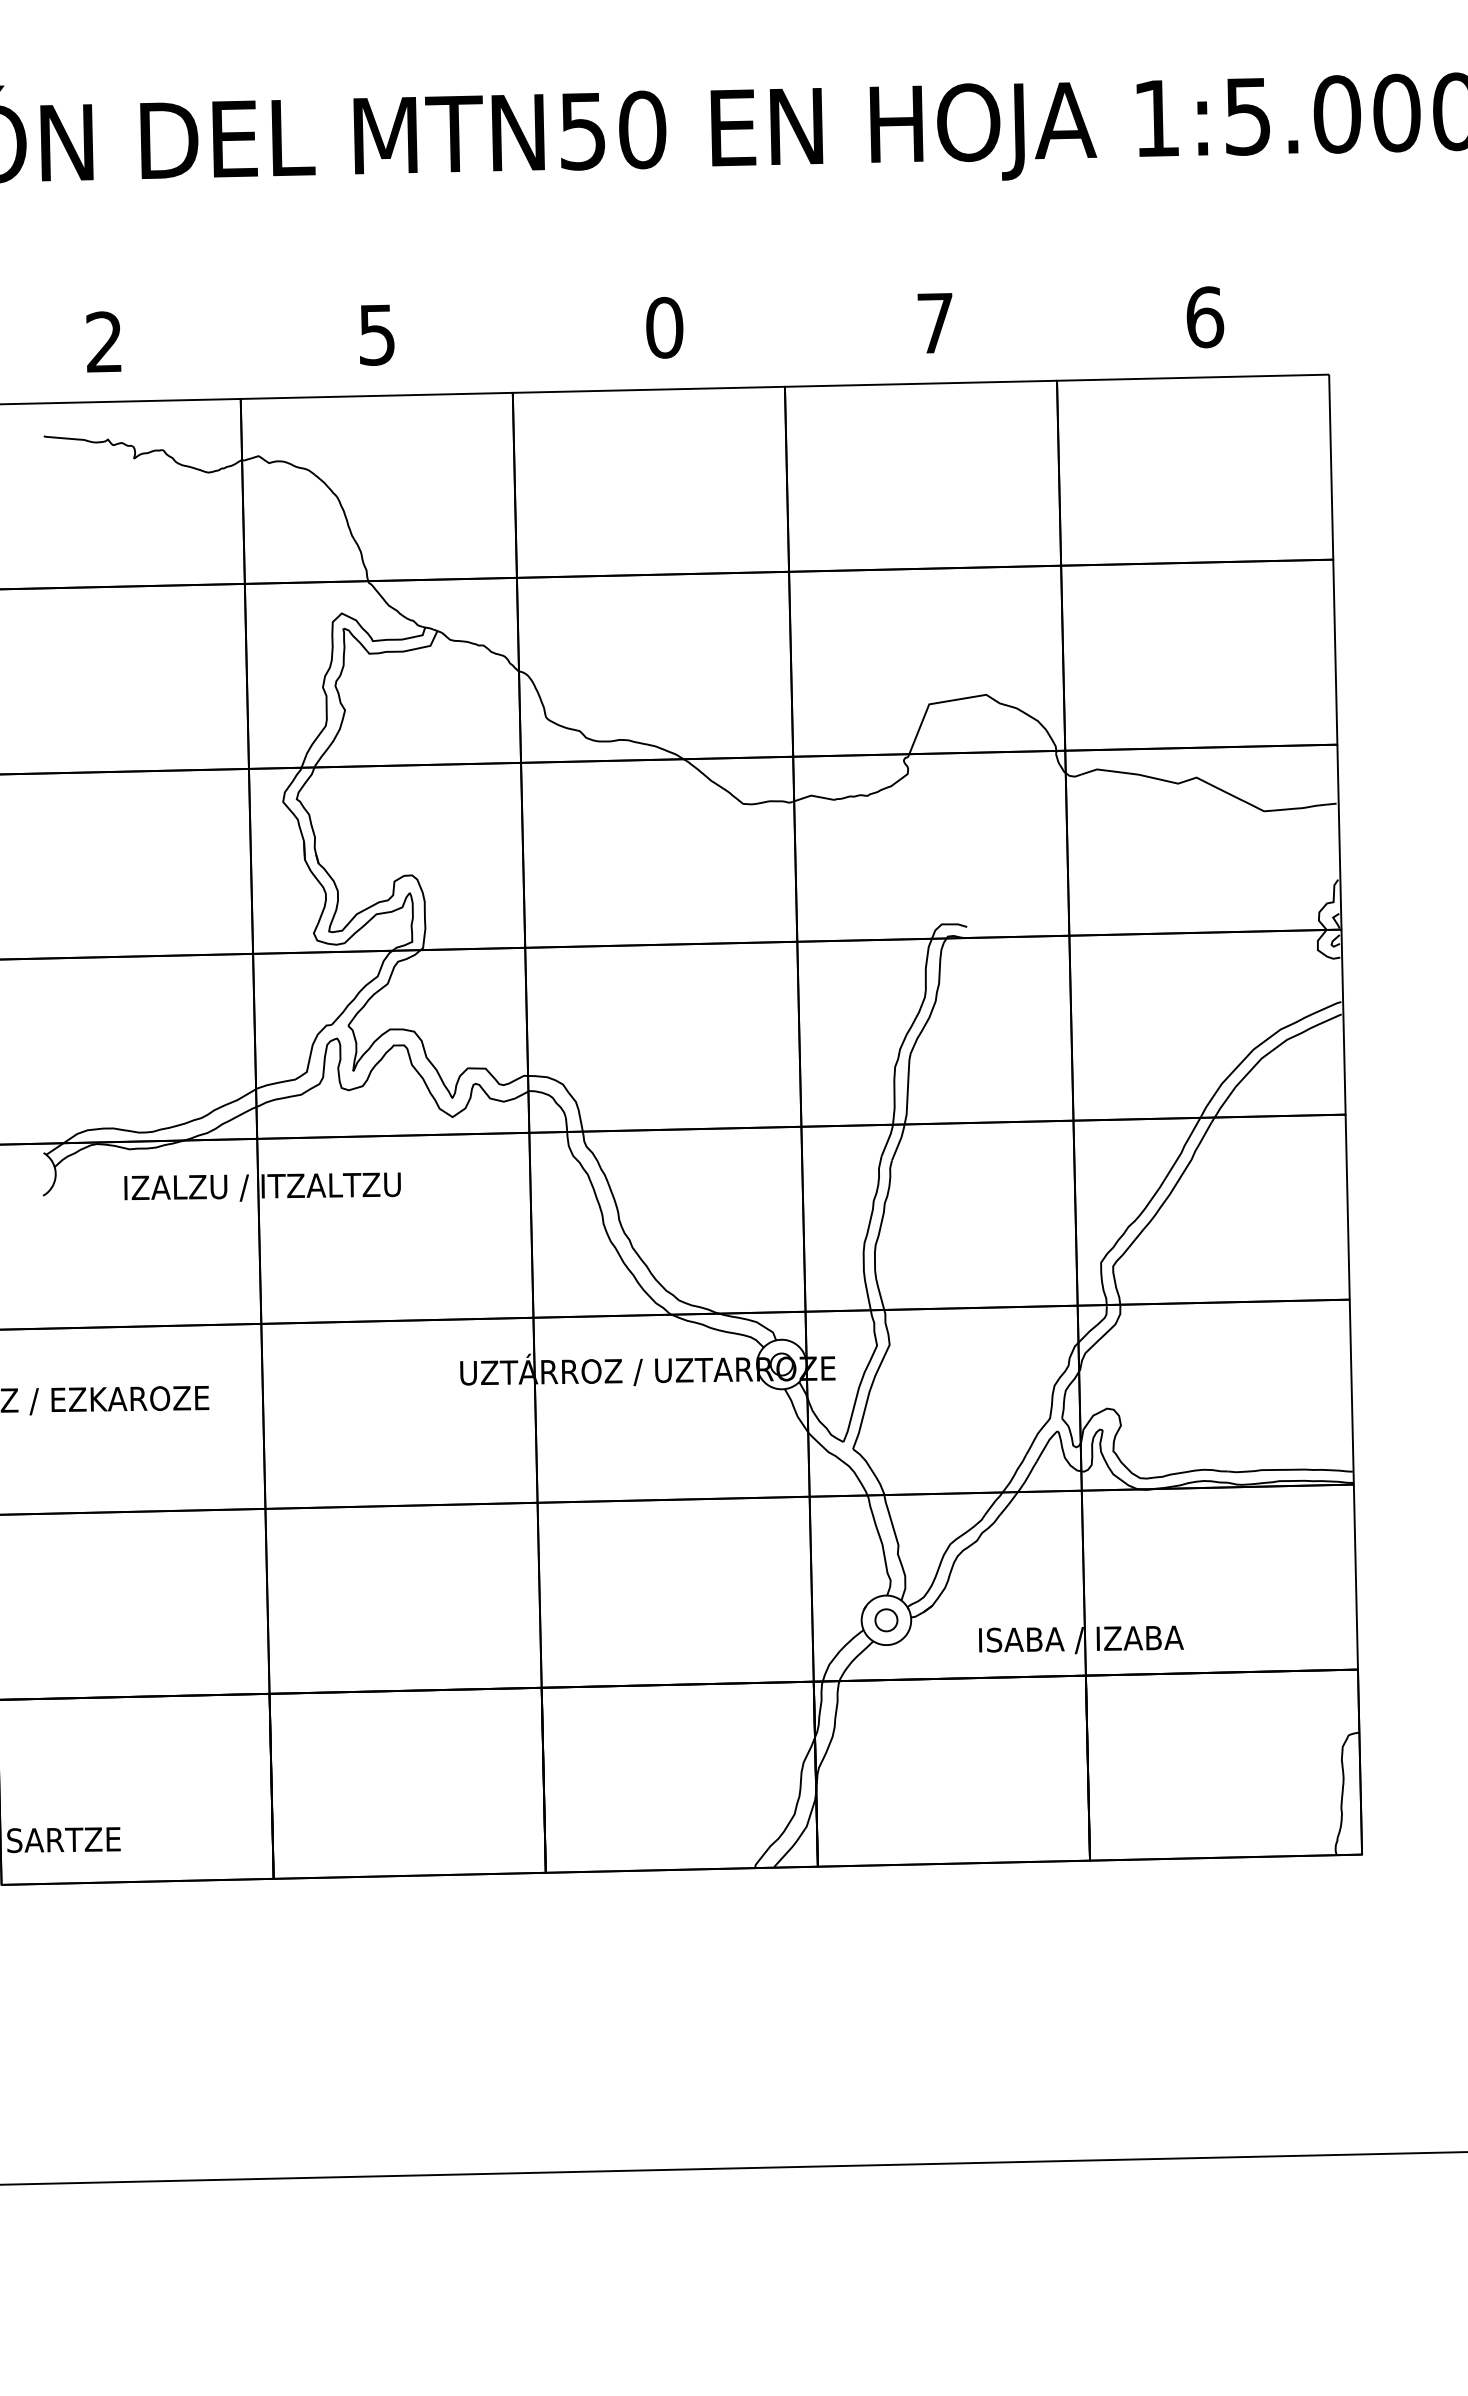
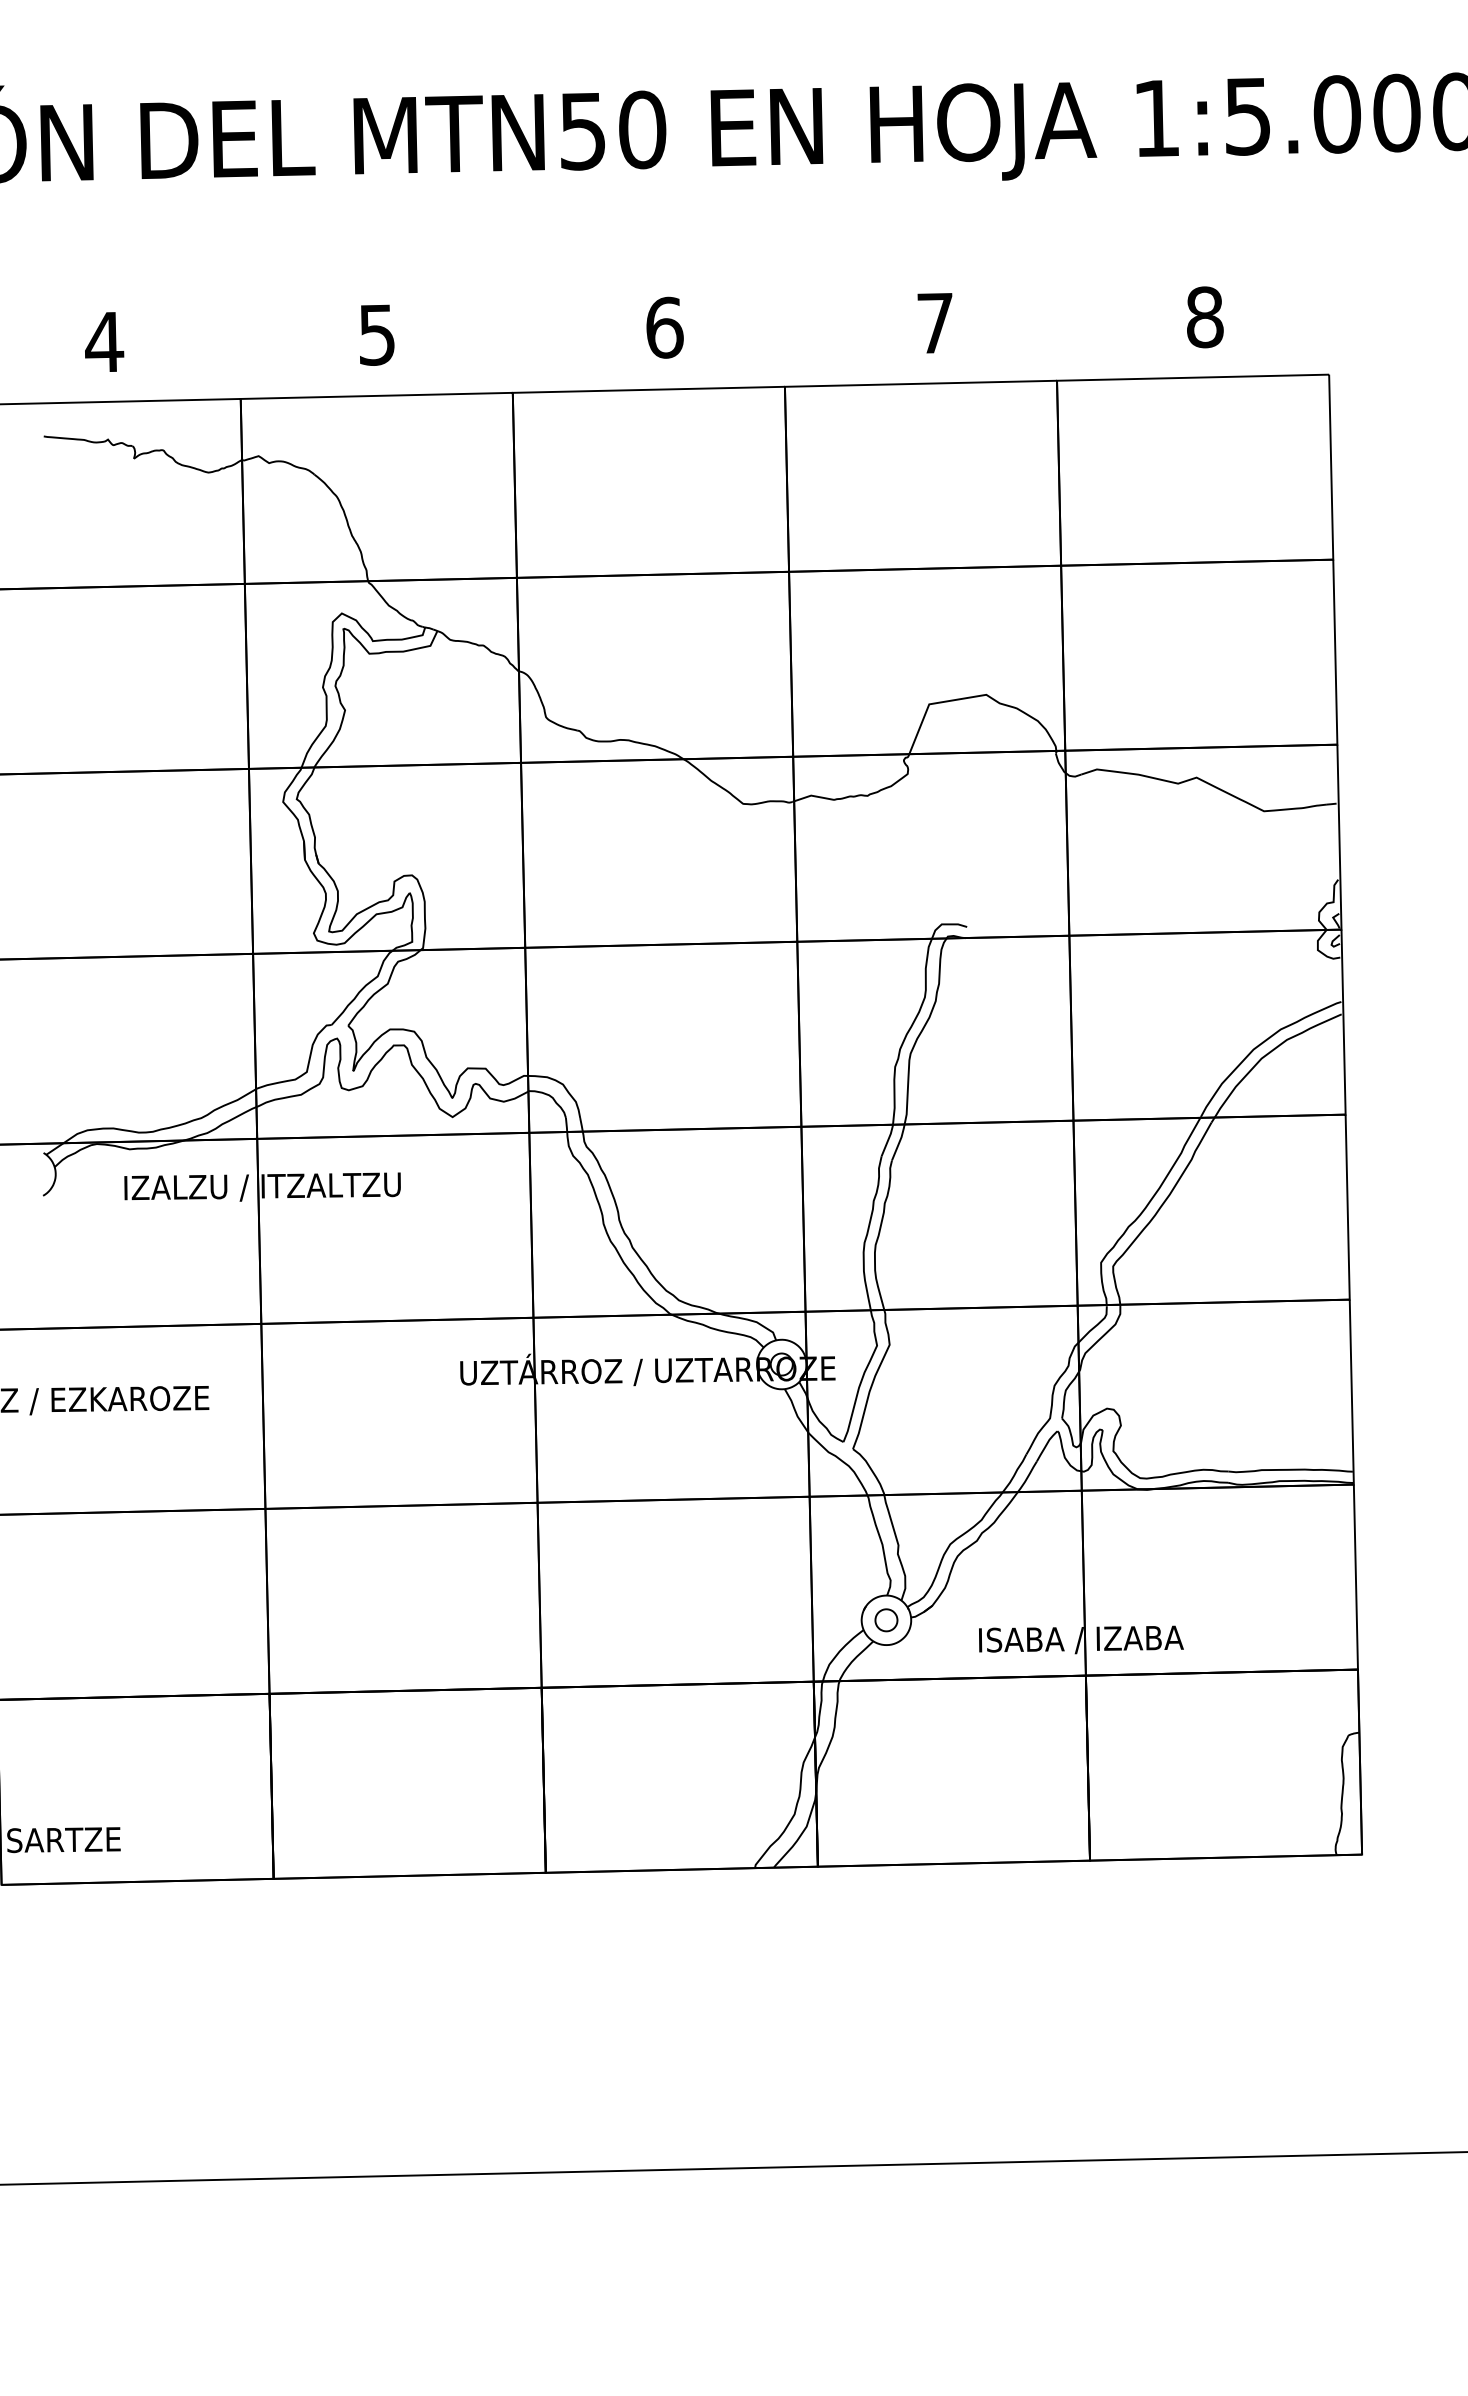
text at (1205, 317): 6 -> 8
text at (664, 327): 0 -> 6
text at (104, 341): 2 -> 4
